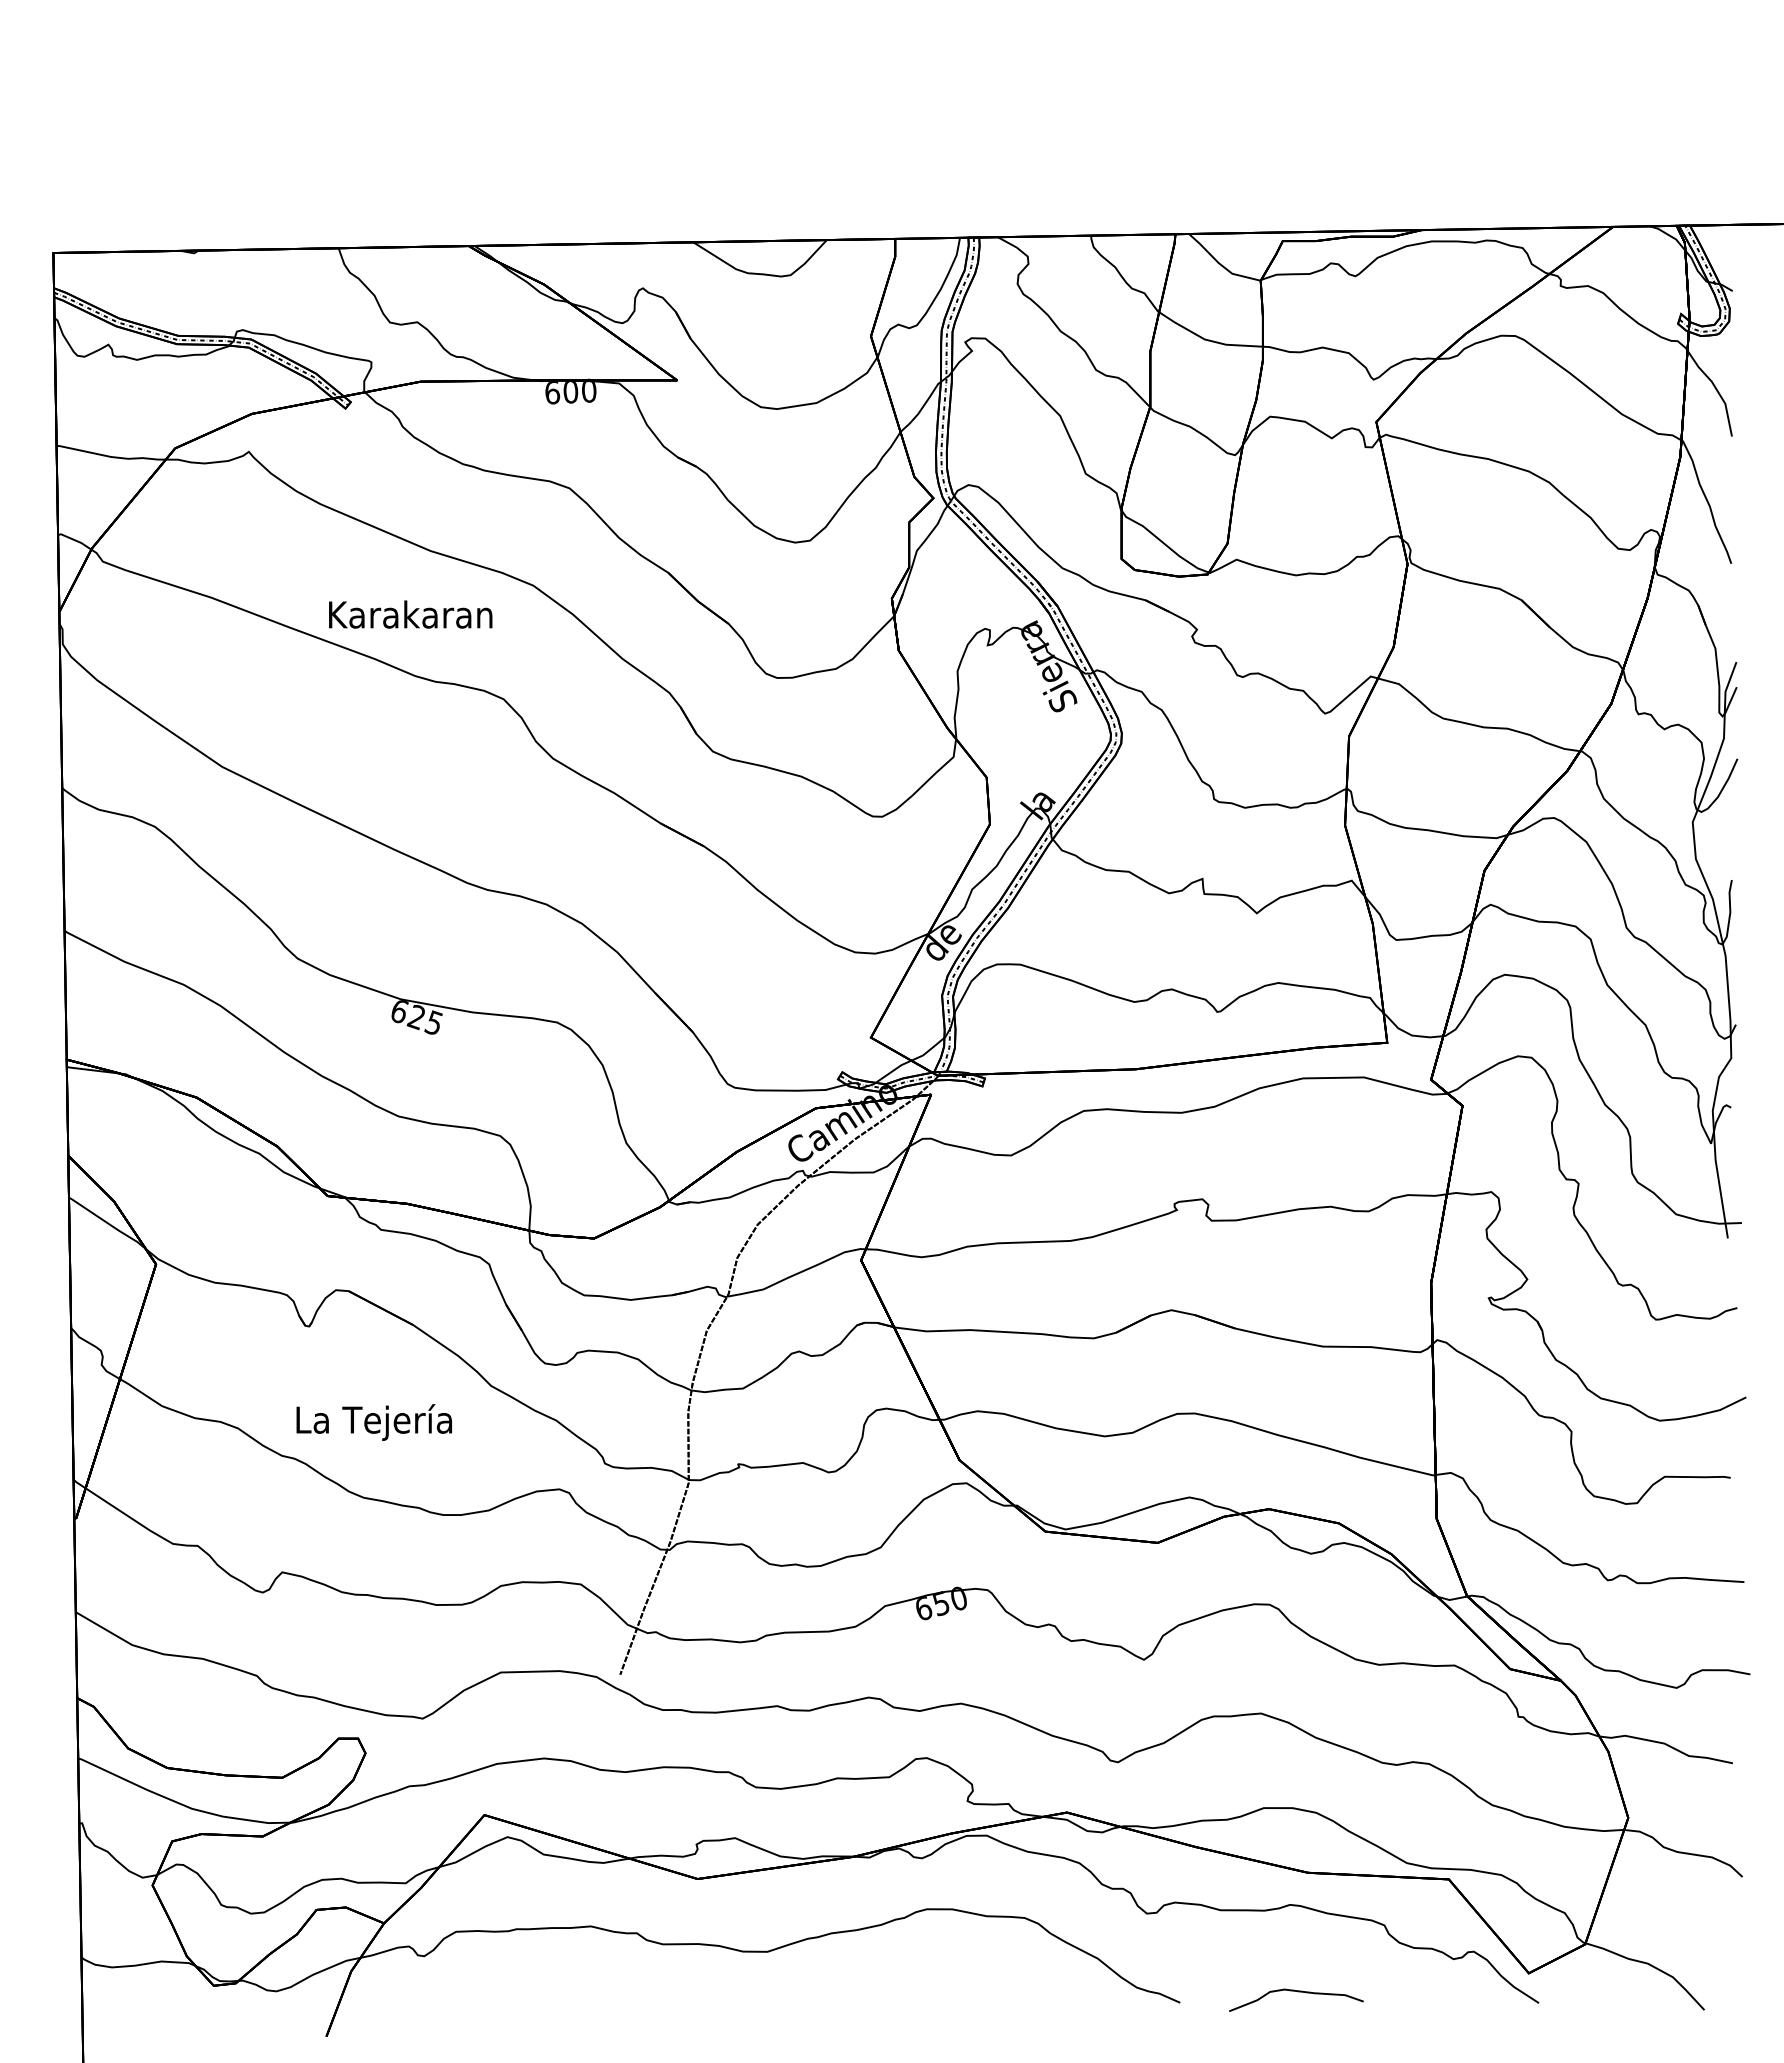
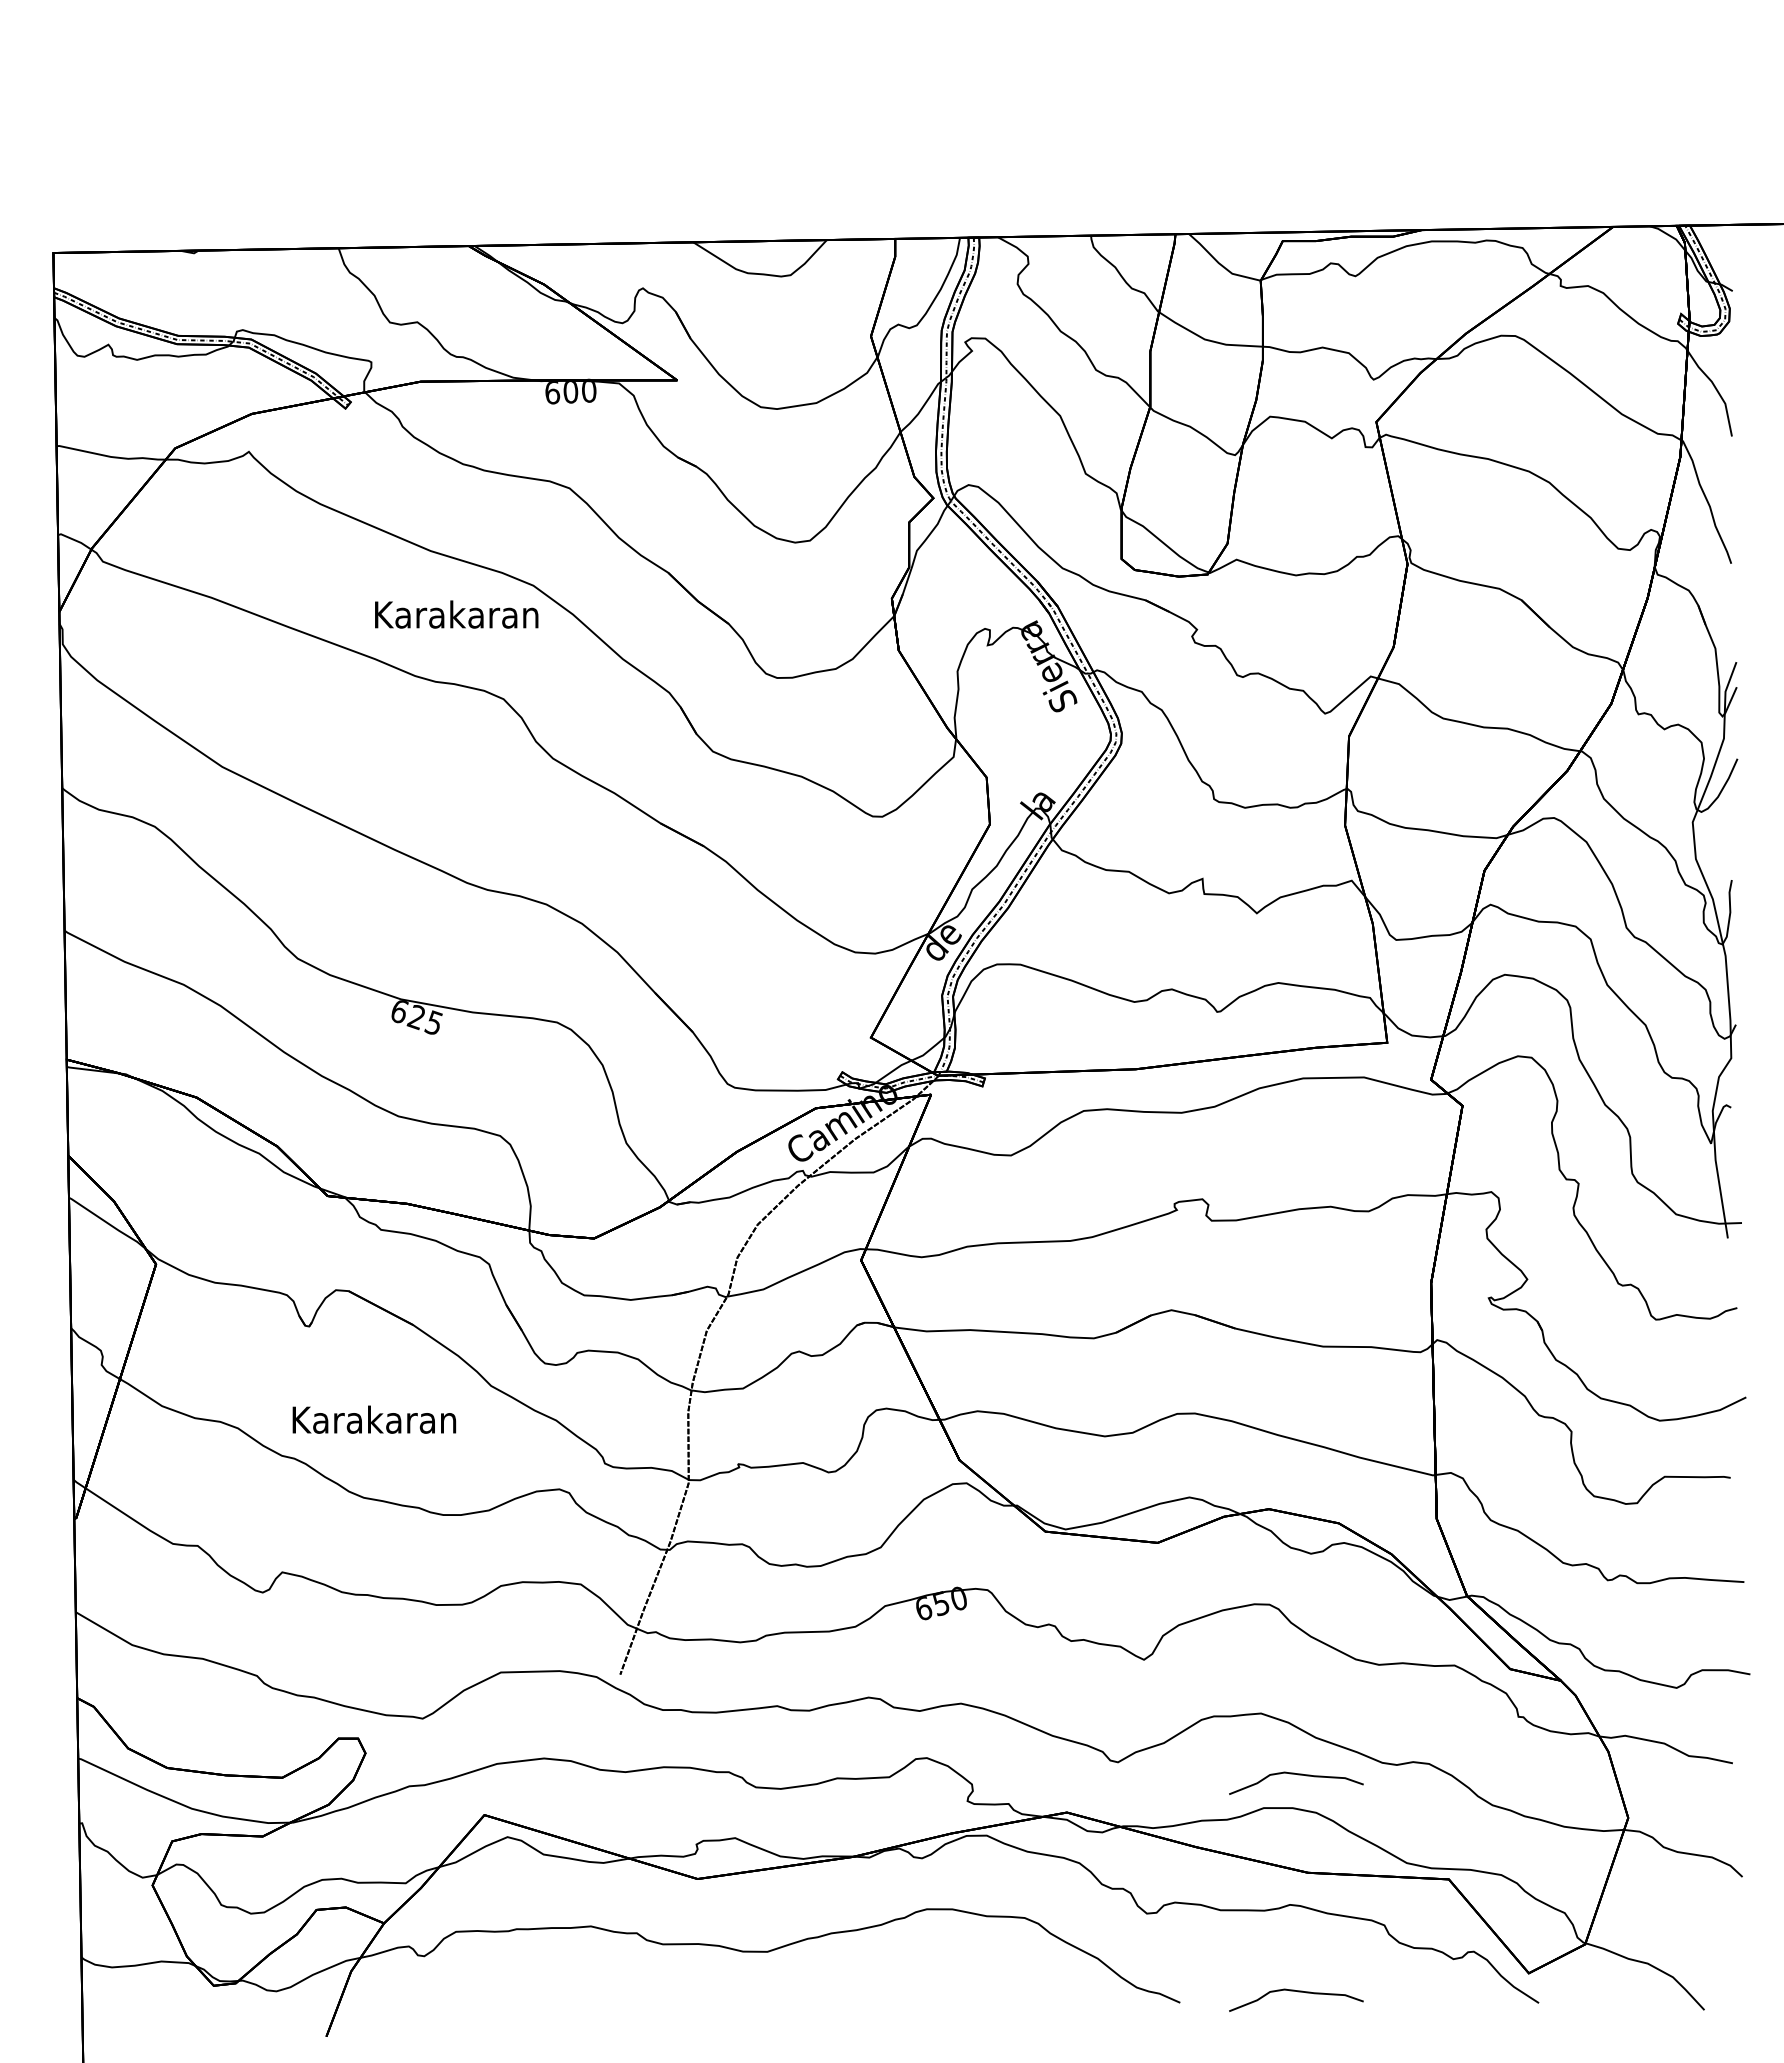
text at (410, 614) position: (410, 614) -> (456, 614)
text at (374, 1422): La Tejería -> Karakaran
curve at (1297, 1775): none -> present
